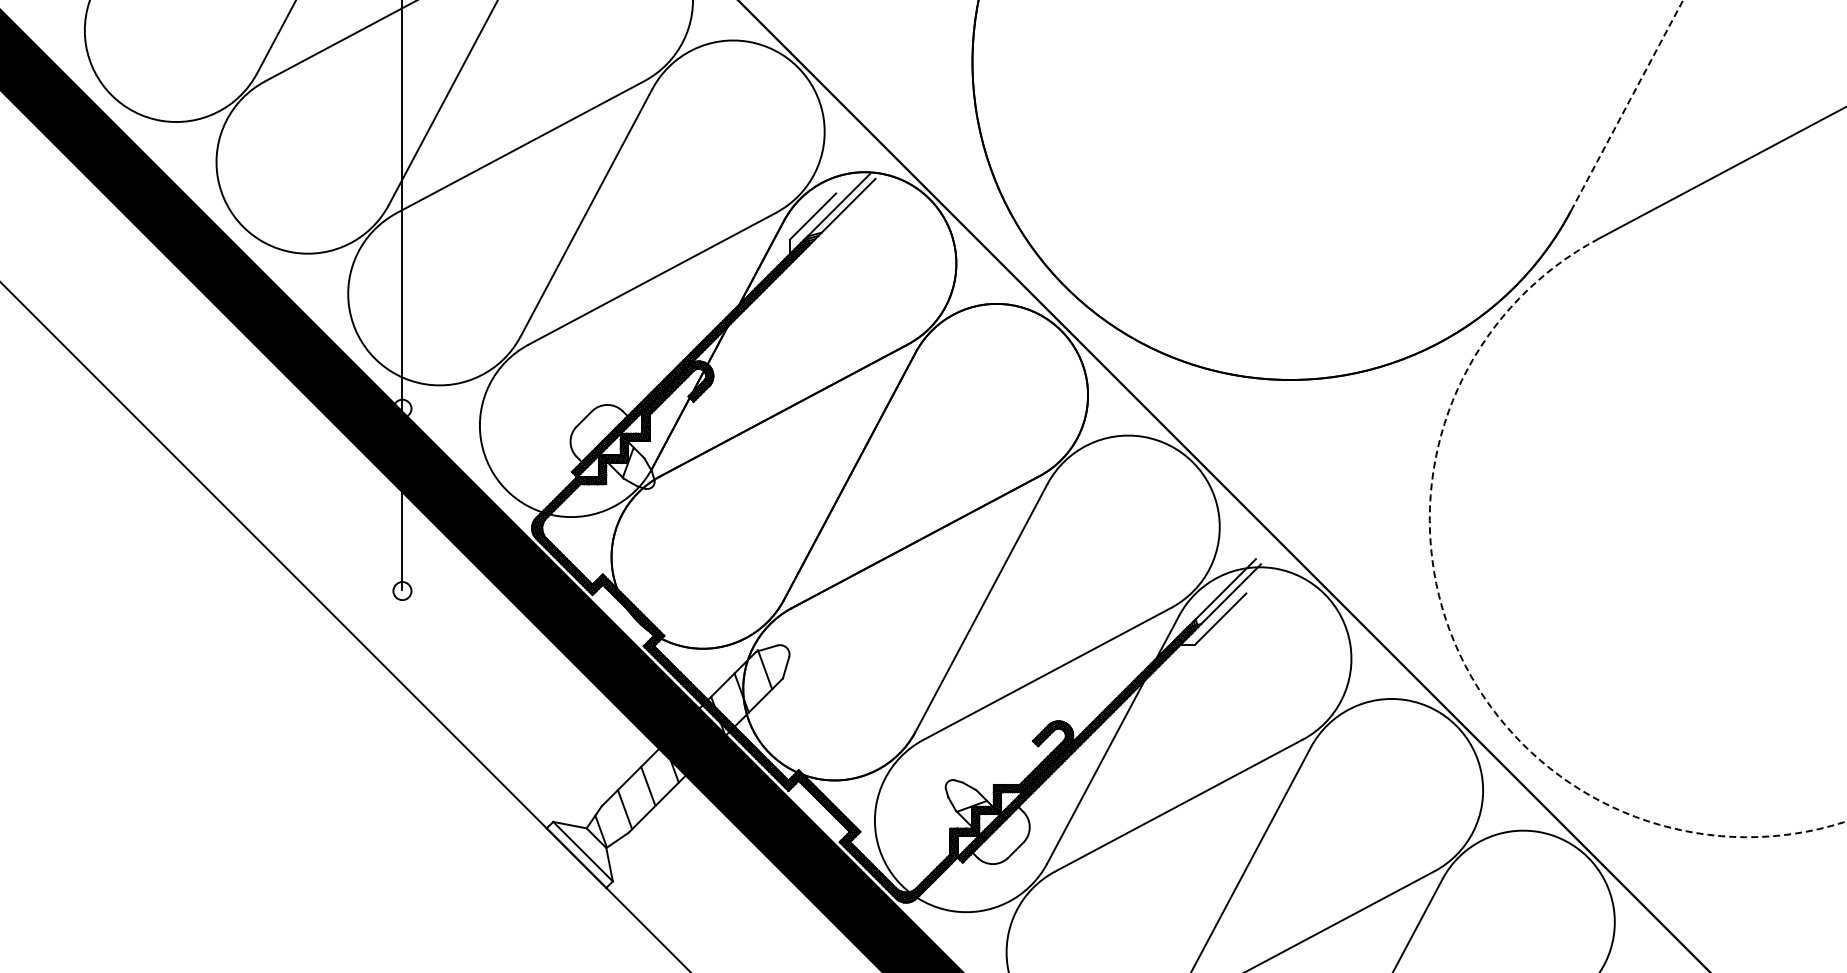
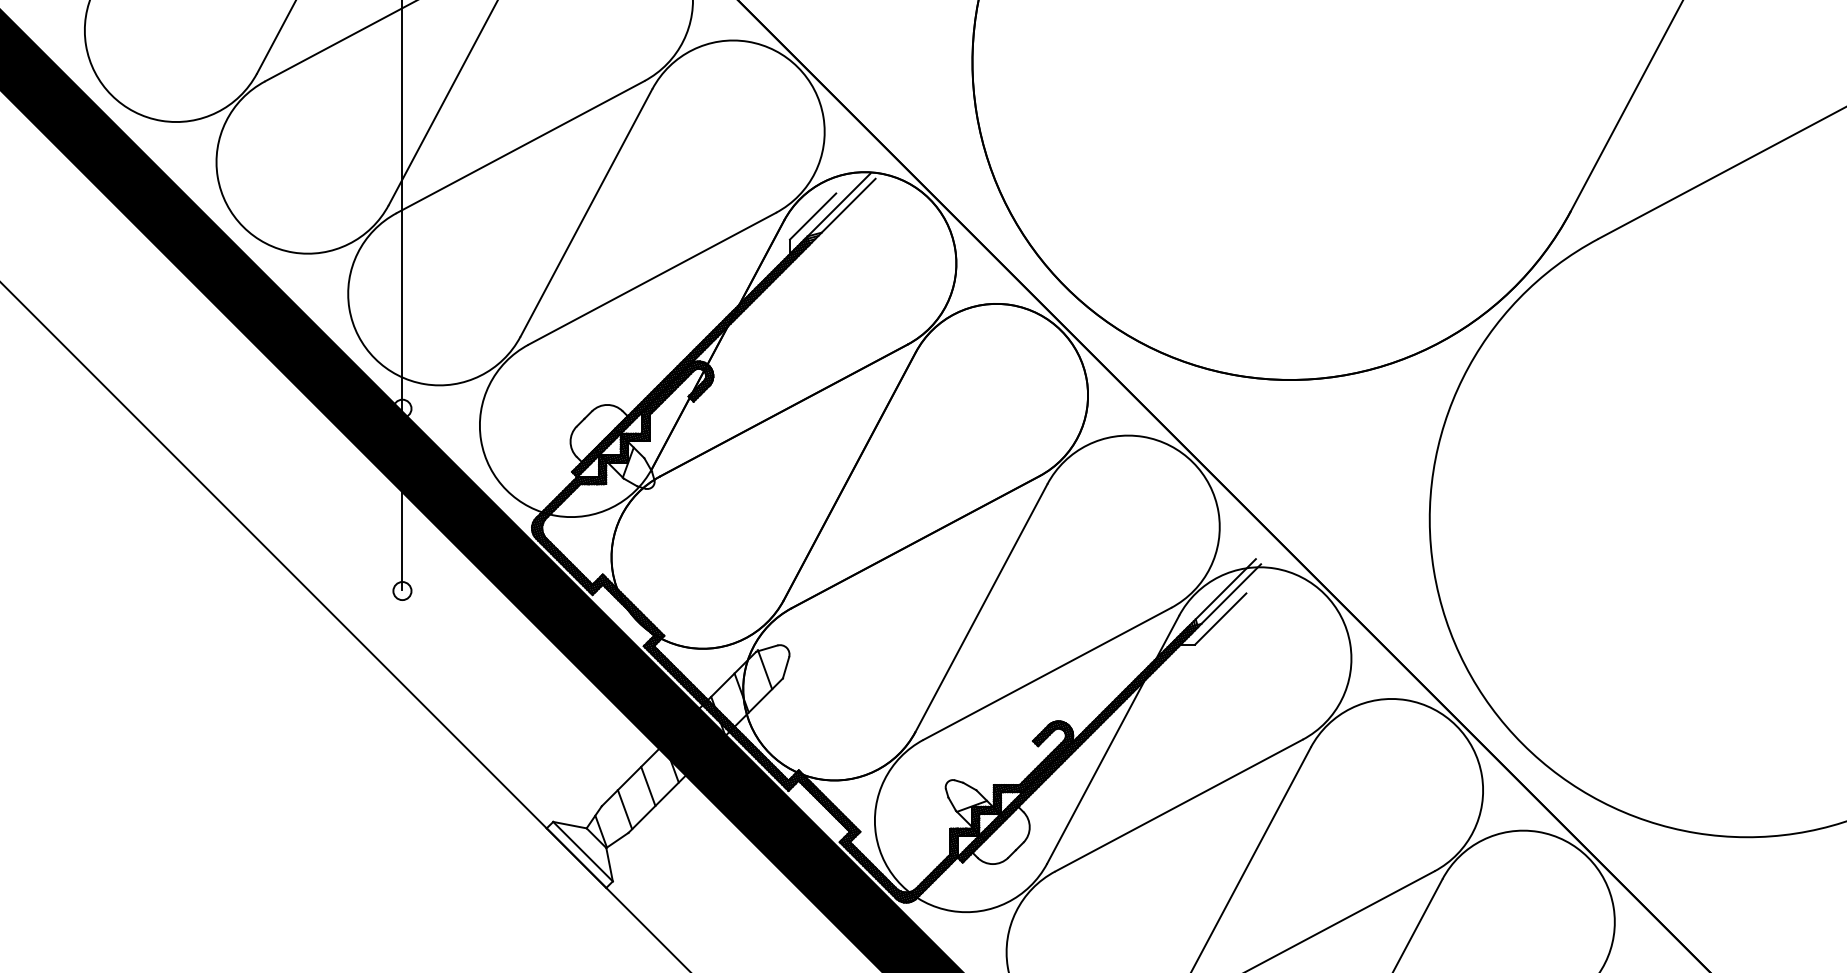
line at (1627, 105): dashed -> solid
arc at (1455, 644): dashed -> solid
